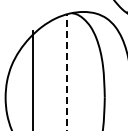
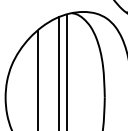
line at (59, 72): none -> present
line at (66, 72): dashed -> solid
line at (32, 78) position: (32, 78) -> (37, 78)
